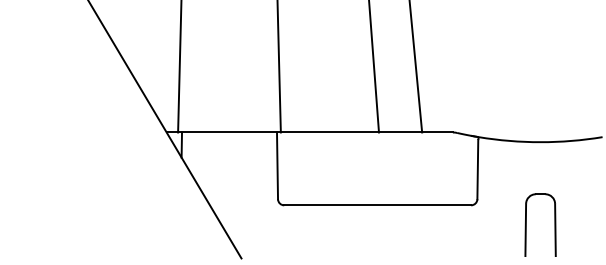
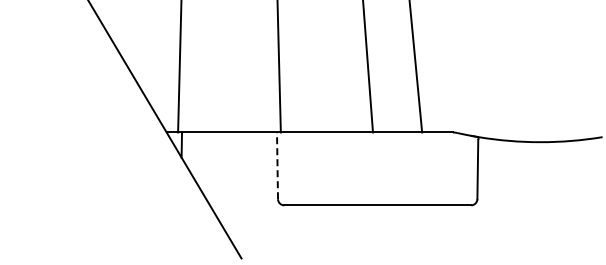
line at (373, 67) position: (373, 67) -> (367, 67)
line at (277, 165): solid -> dashed
part at (526, 224): present -> none
